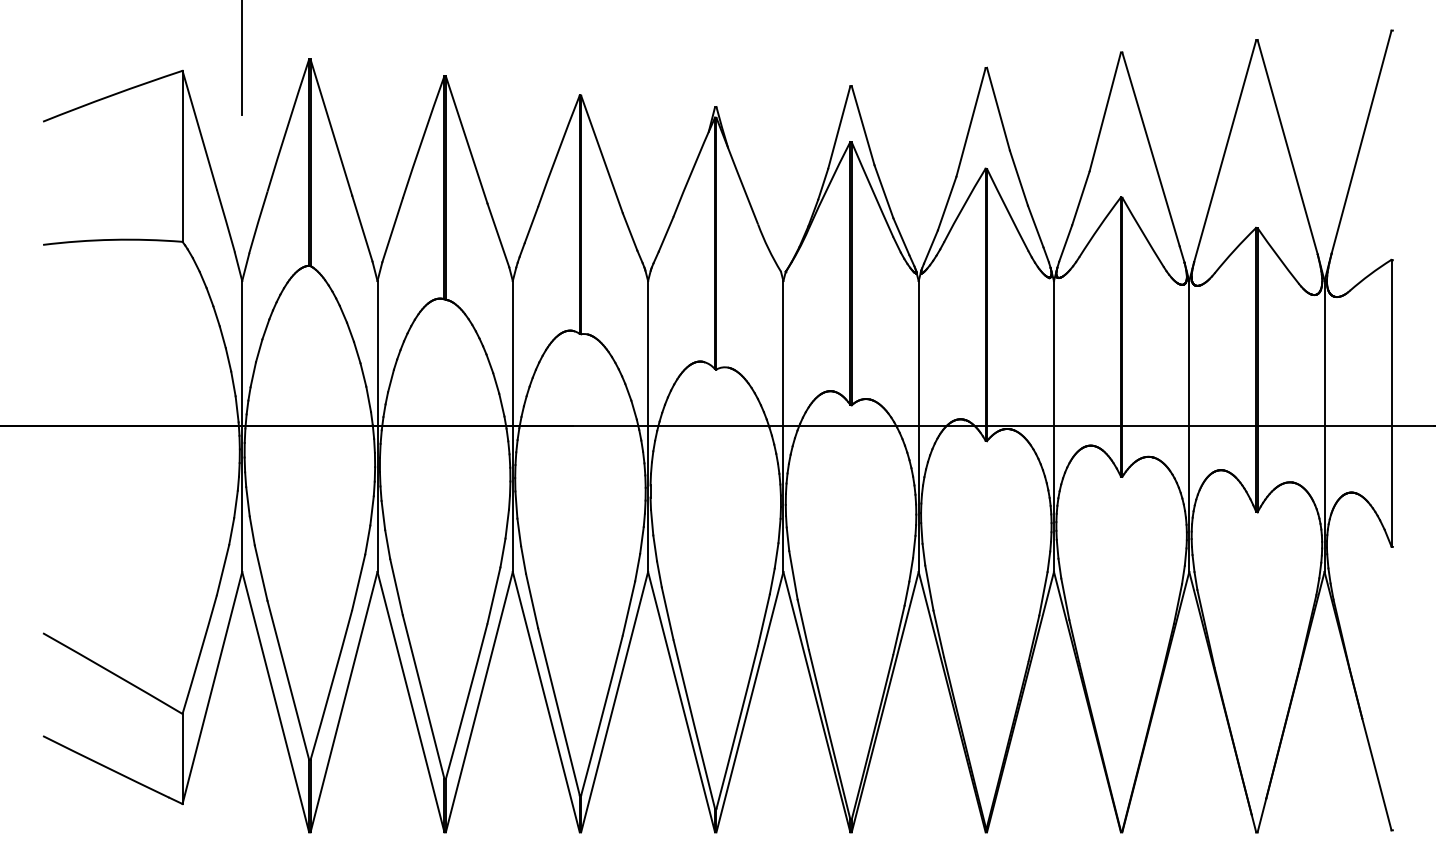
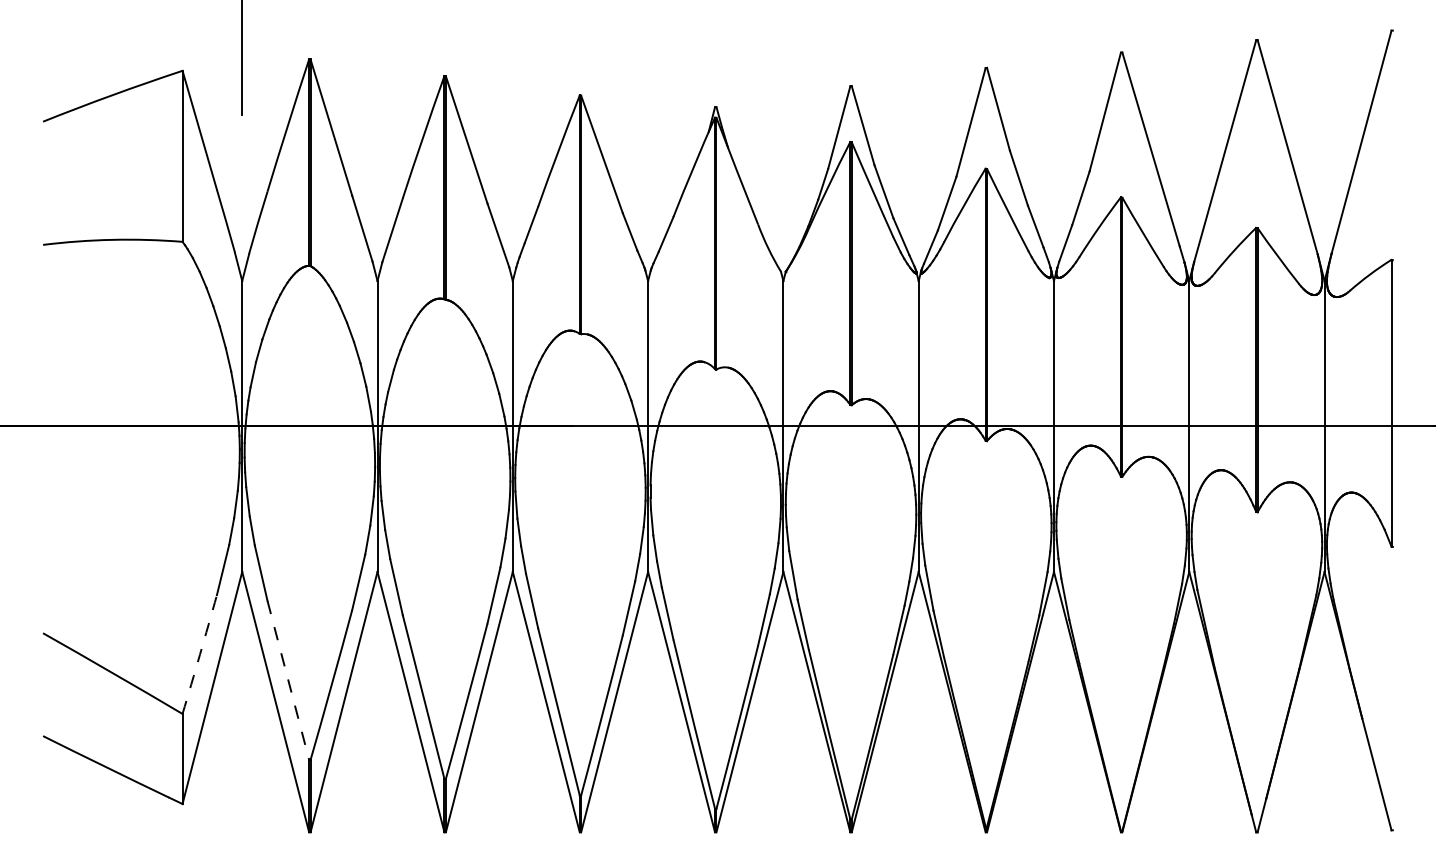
arc at (199, 654): solid -> dashed
line at (288, 680): solid -> dashed
